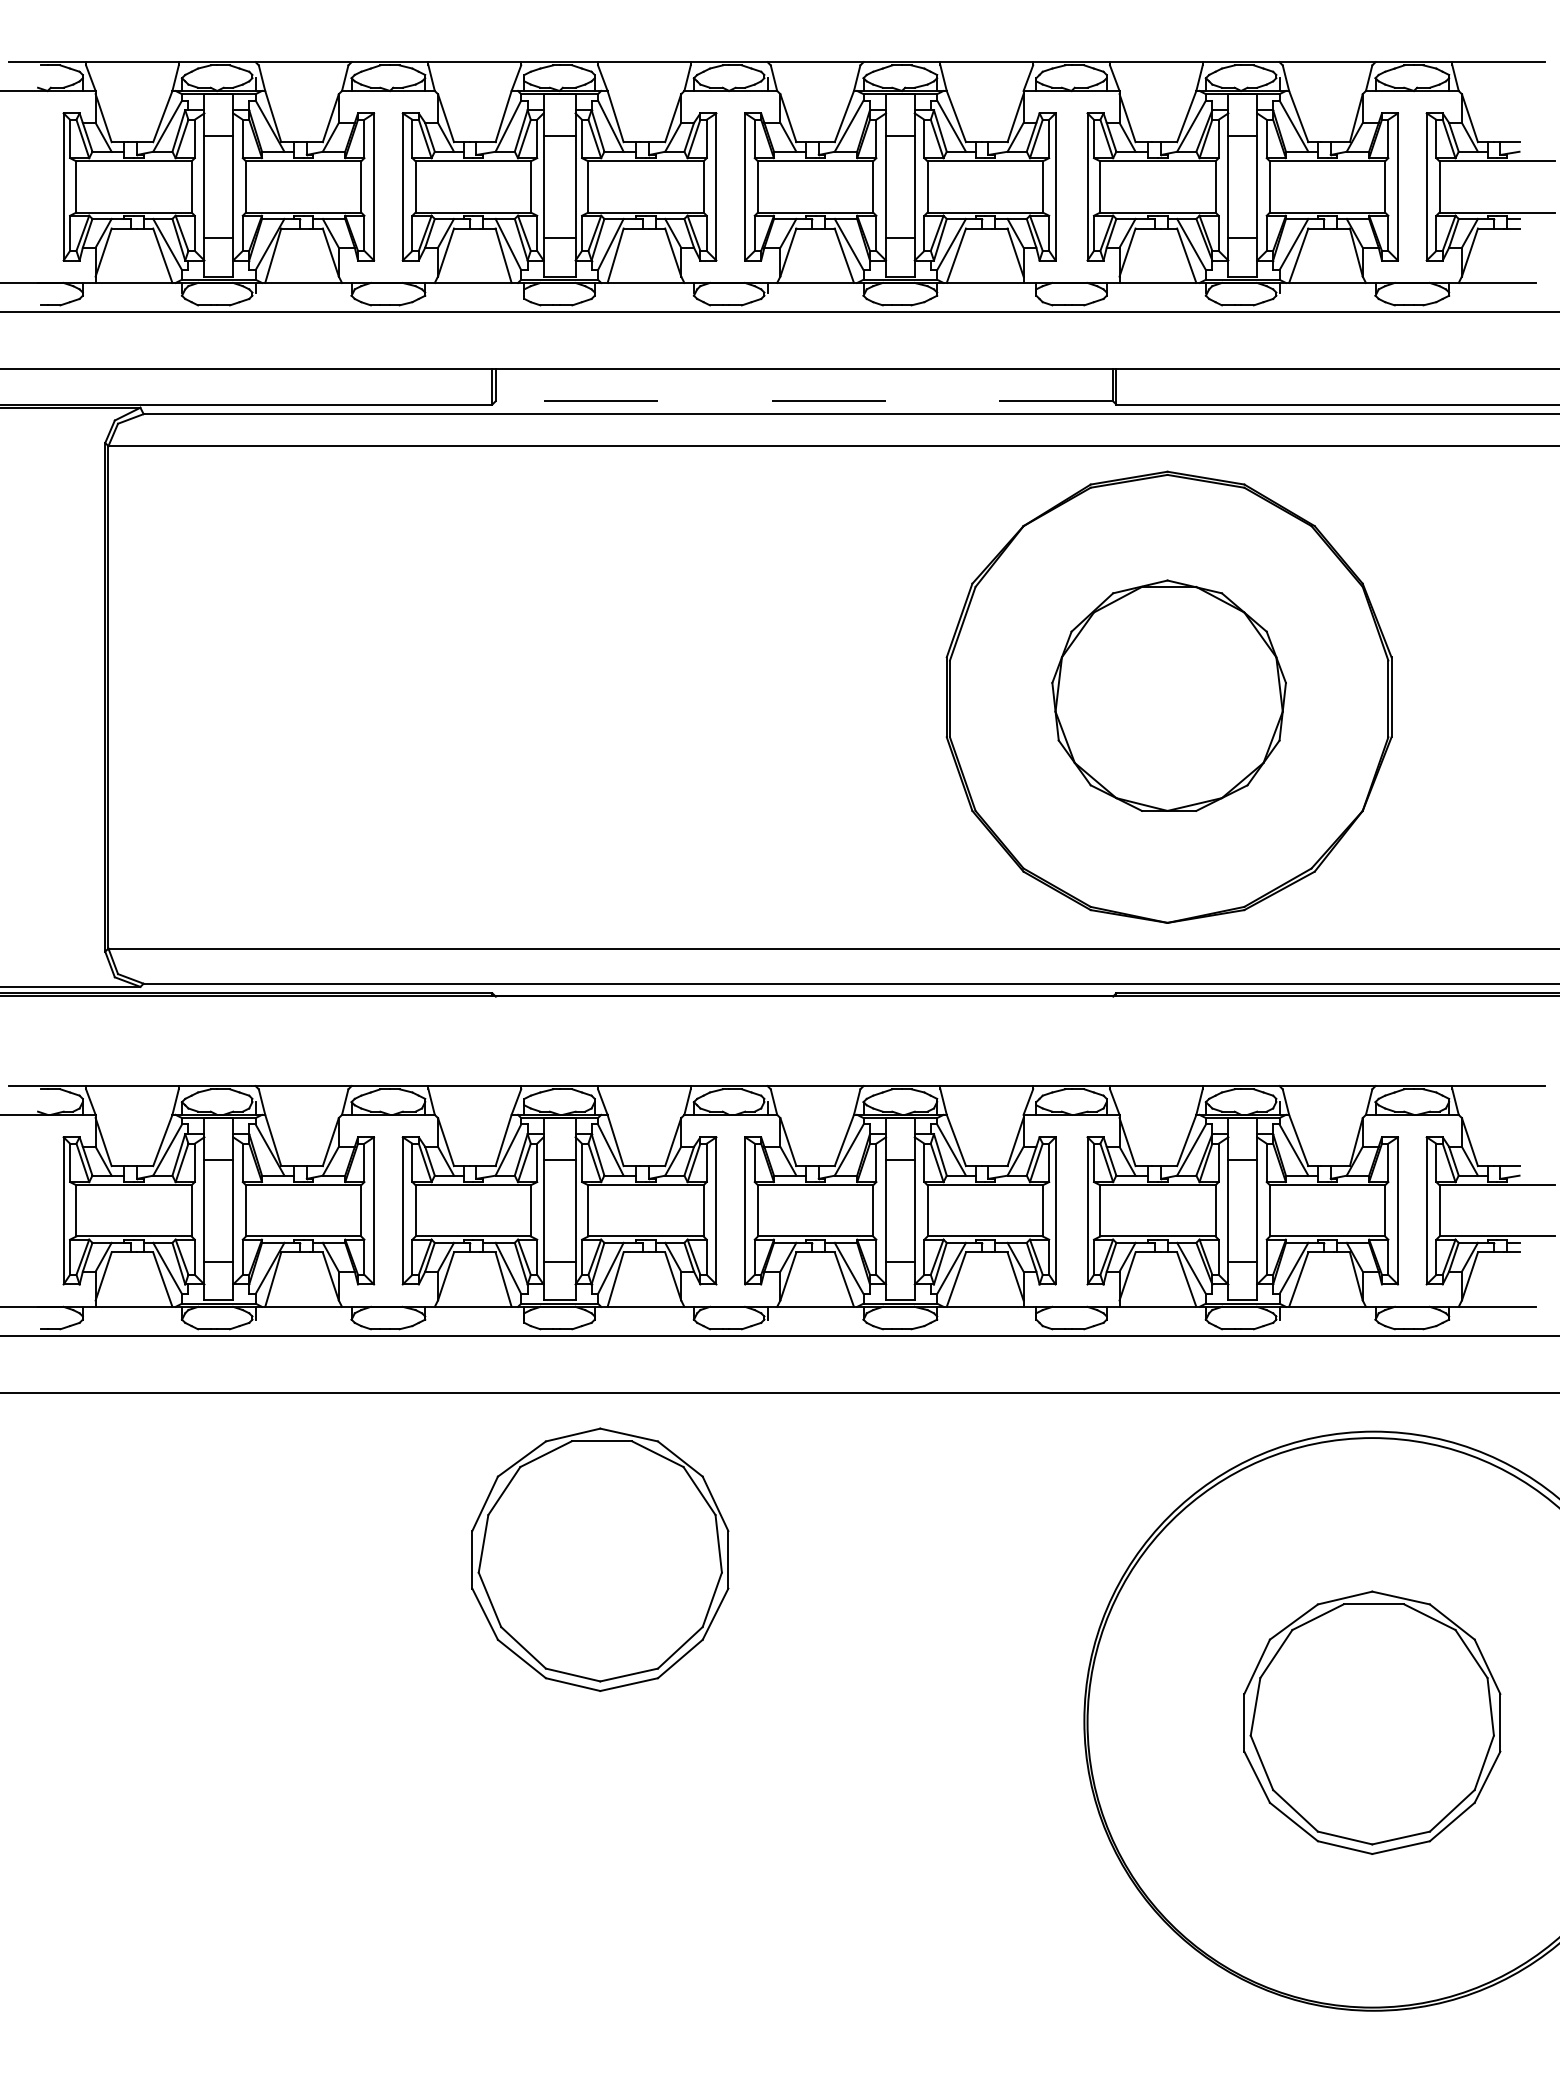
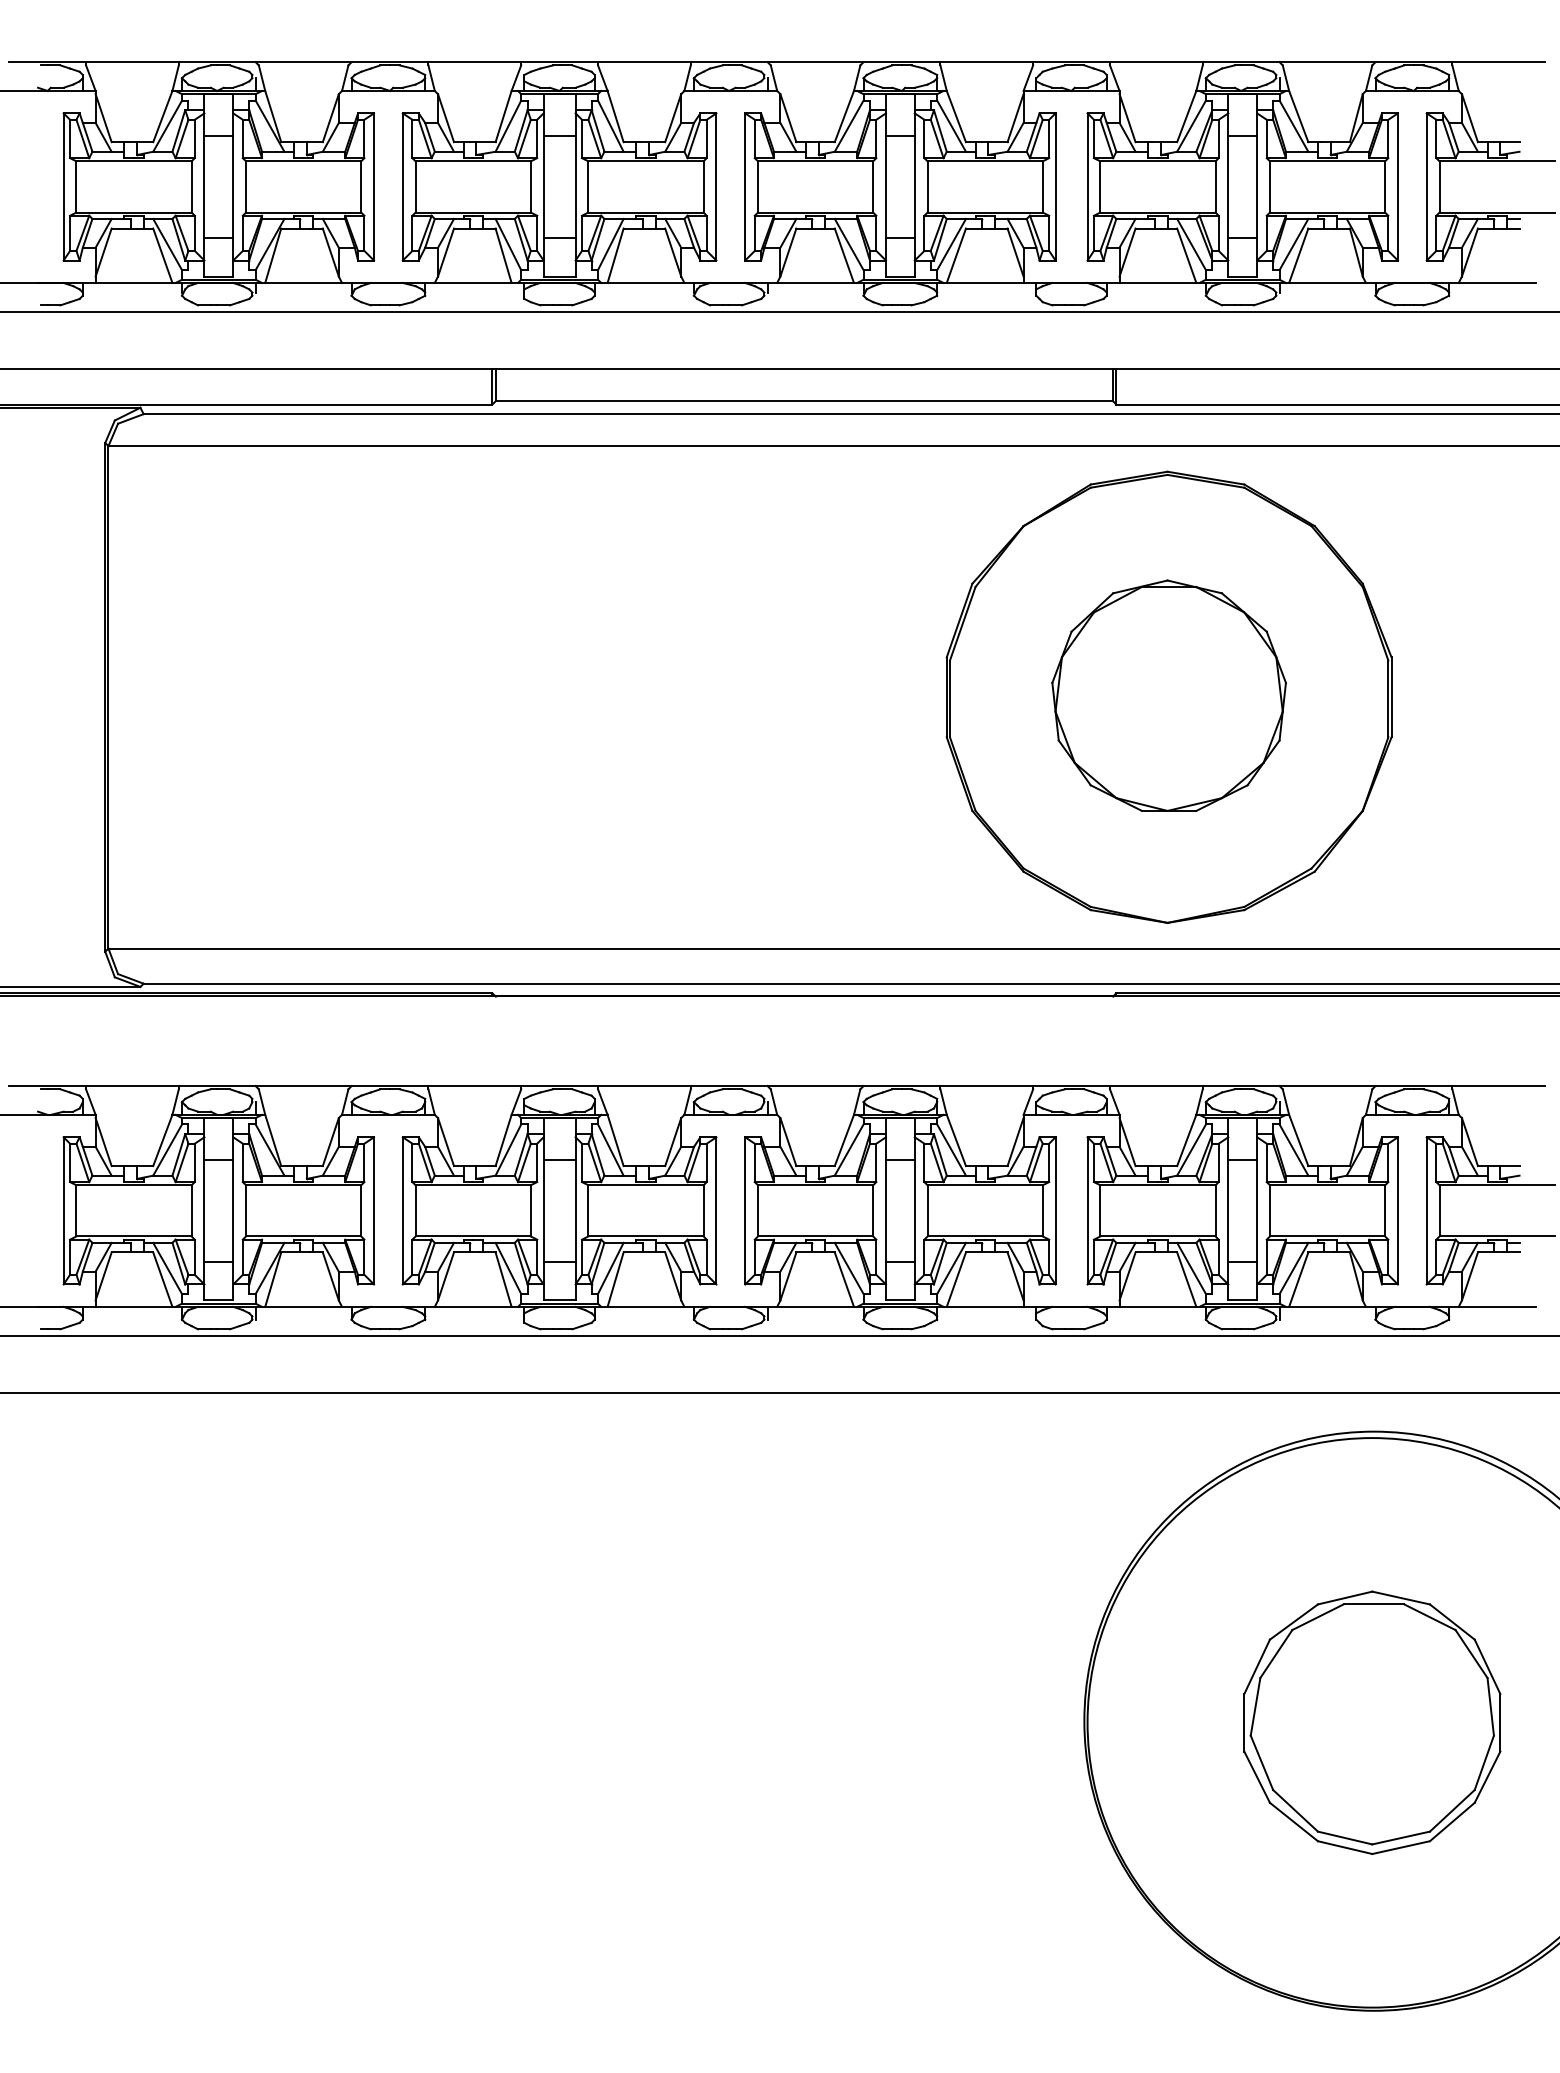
line at (804, 401): dashed -> solid
part at (600, 1559): present -> none
